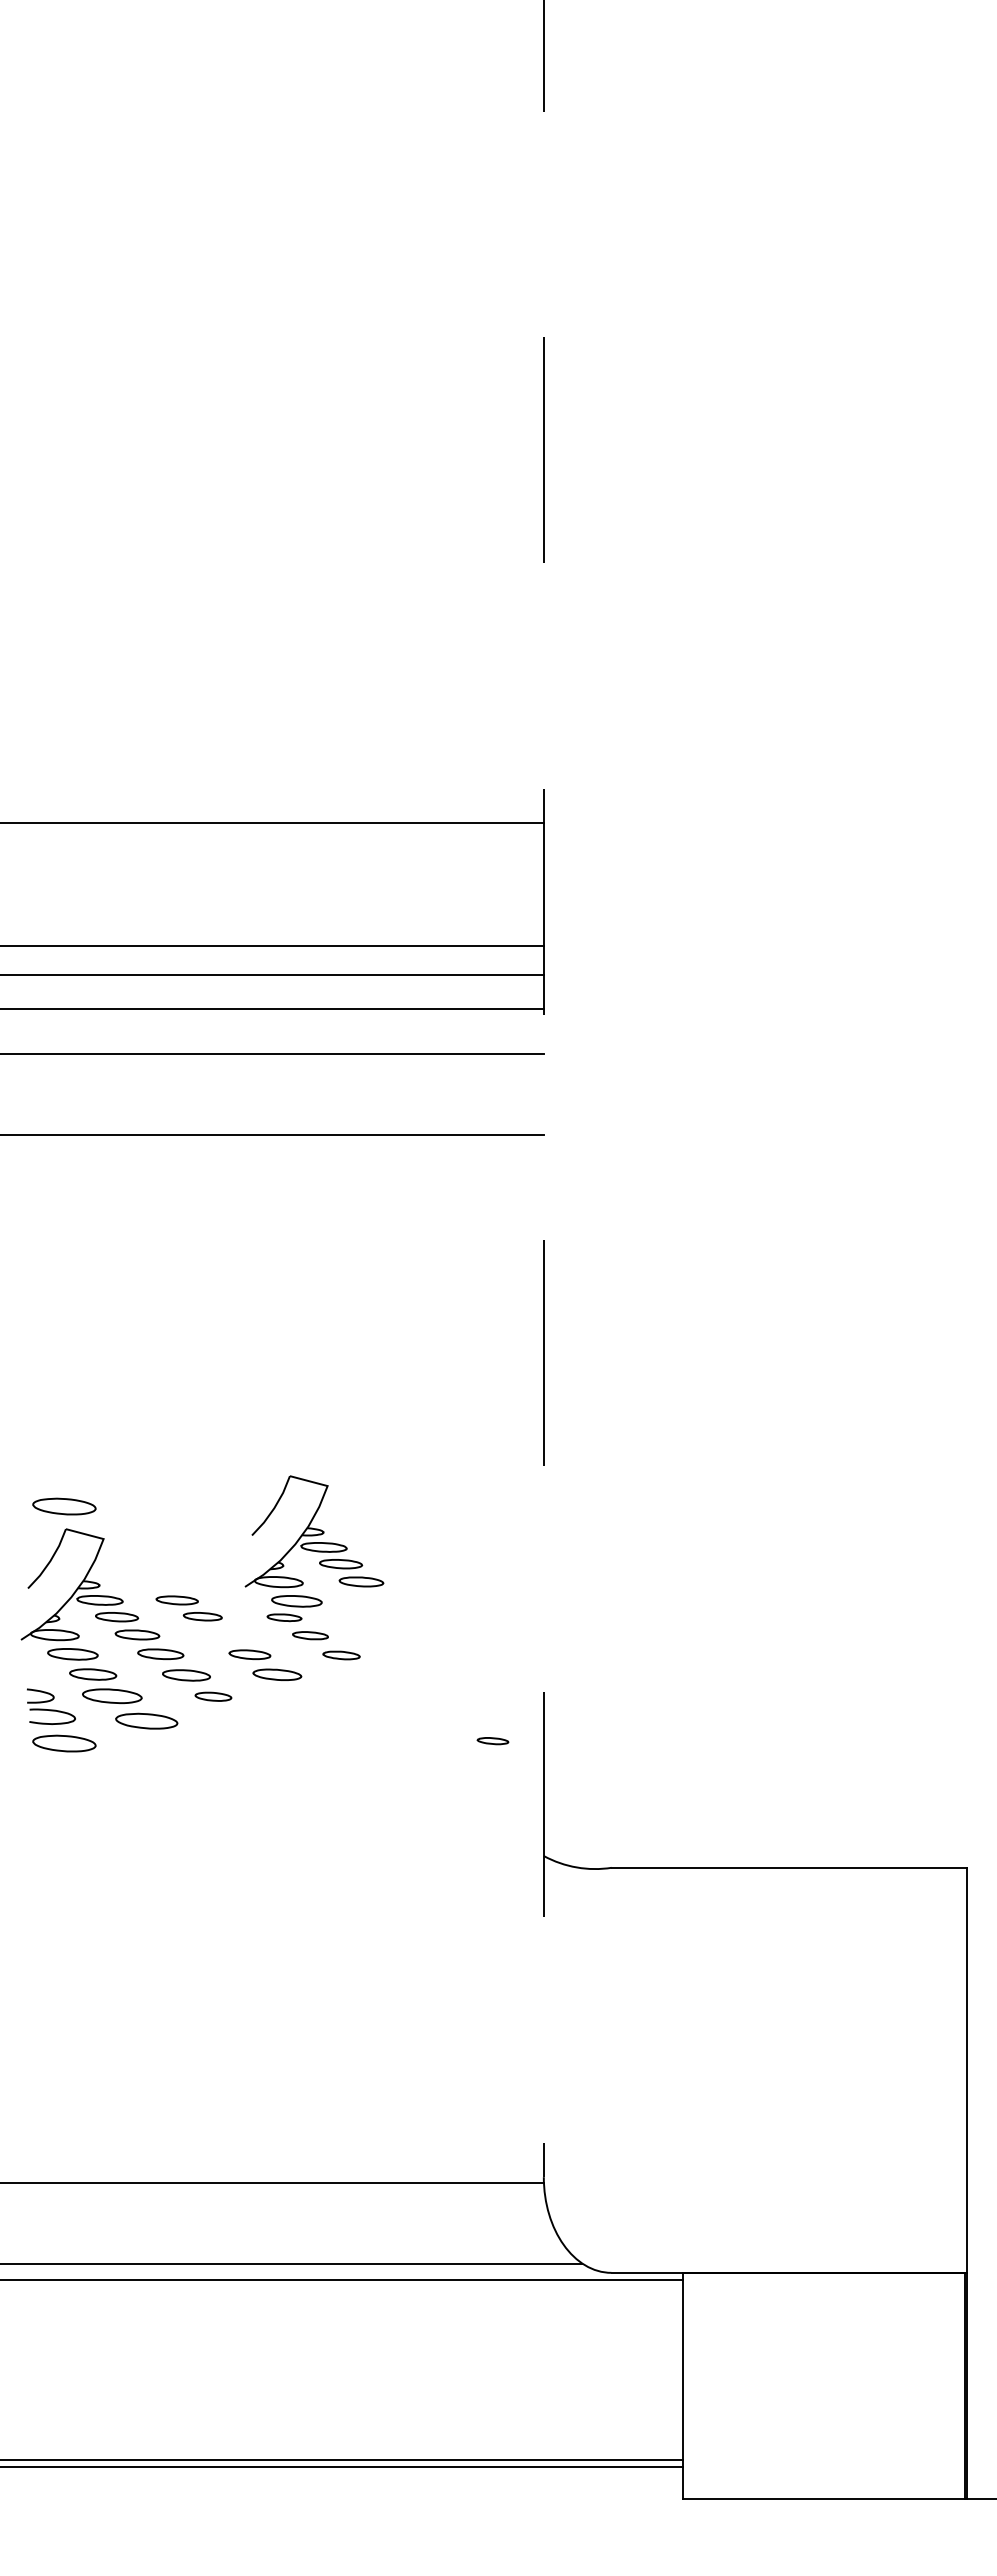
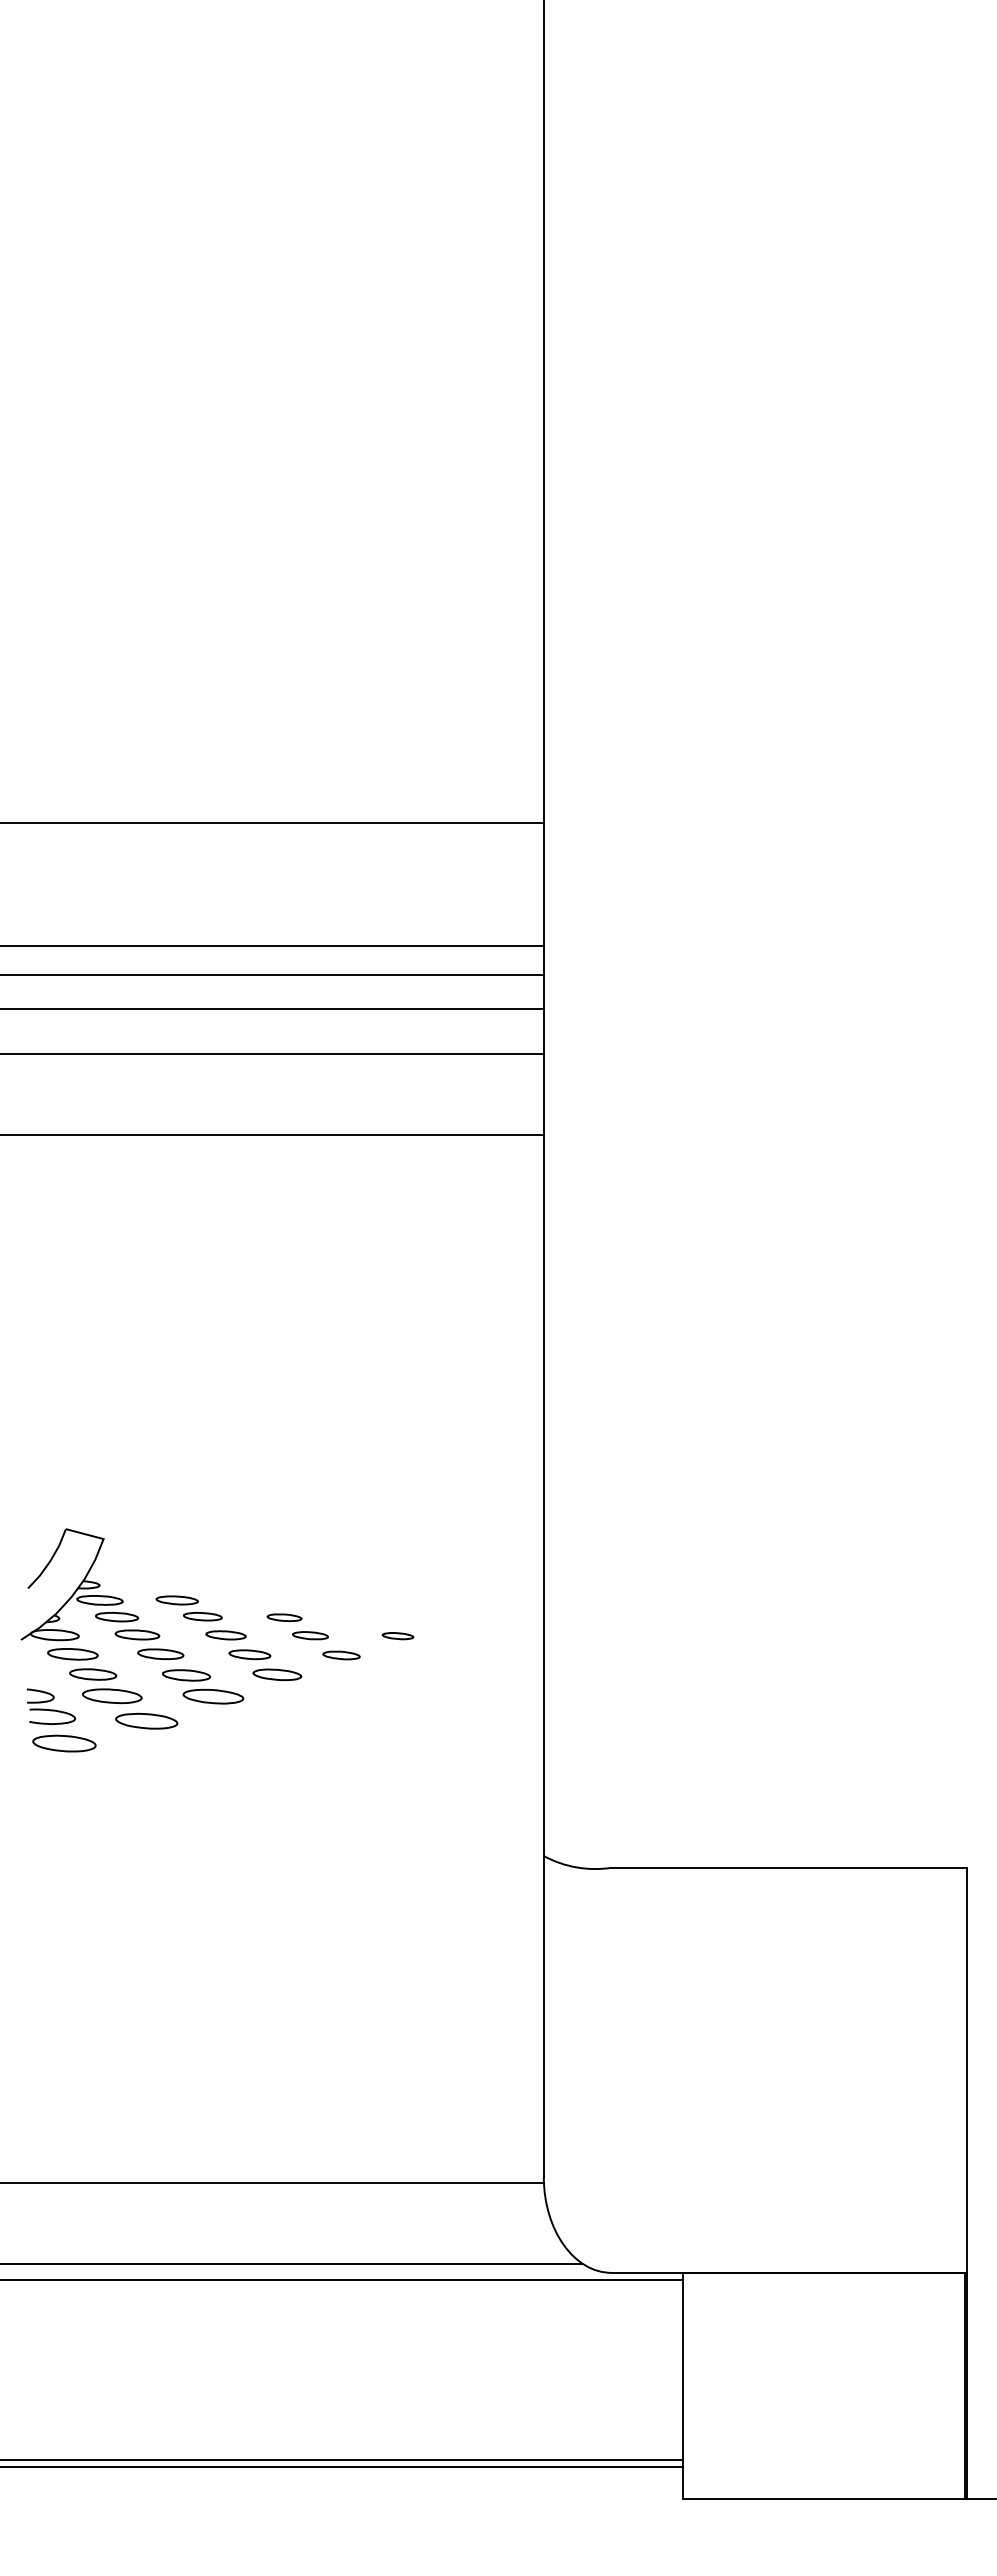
line at (543, 1089): dashed -> solid
part at (64, 1506): present -> none
part at (314, 1541): present -> none
part at (225, 1635): none -> present
part at (213, 1696) size: 39x11 px -> 63x16 px
part at (492, 1741) position: (492, 1741) -> (397, 1636)
